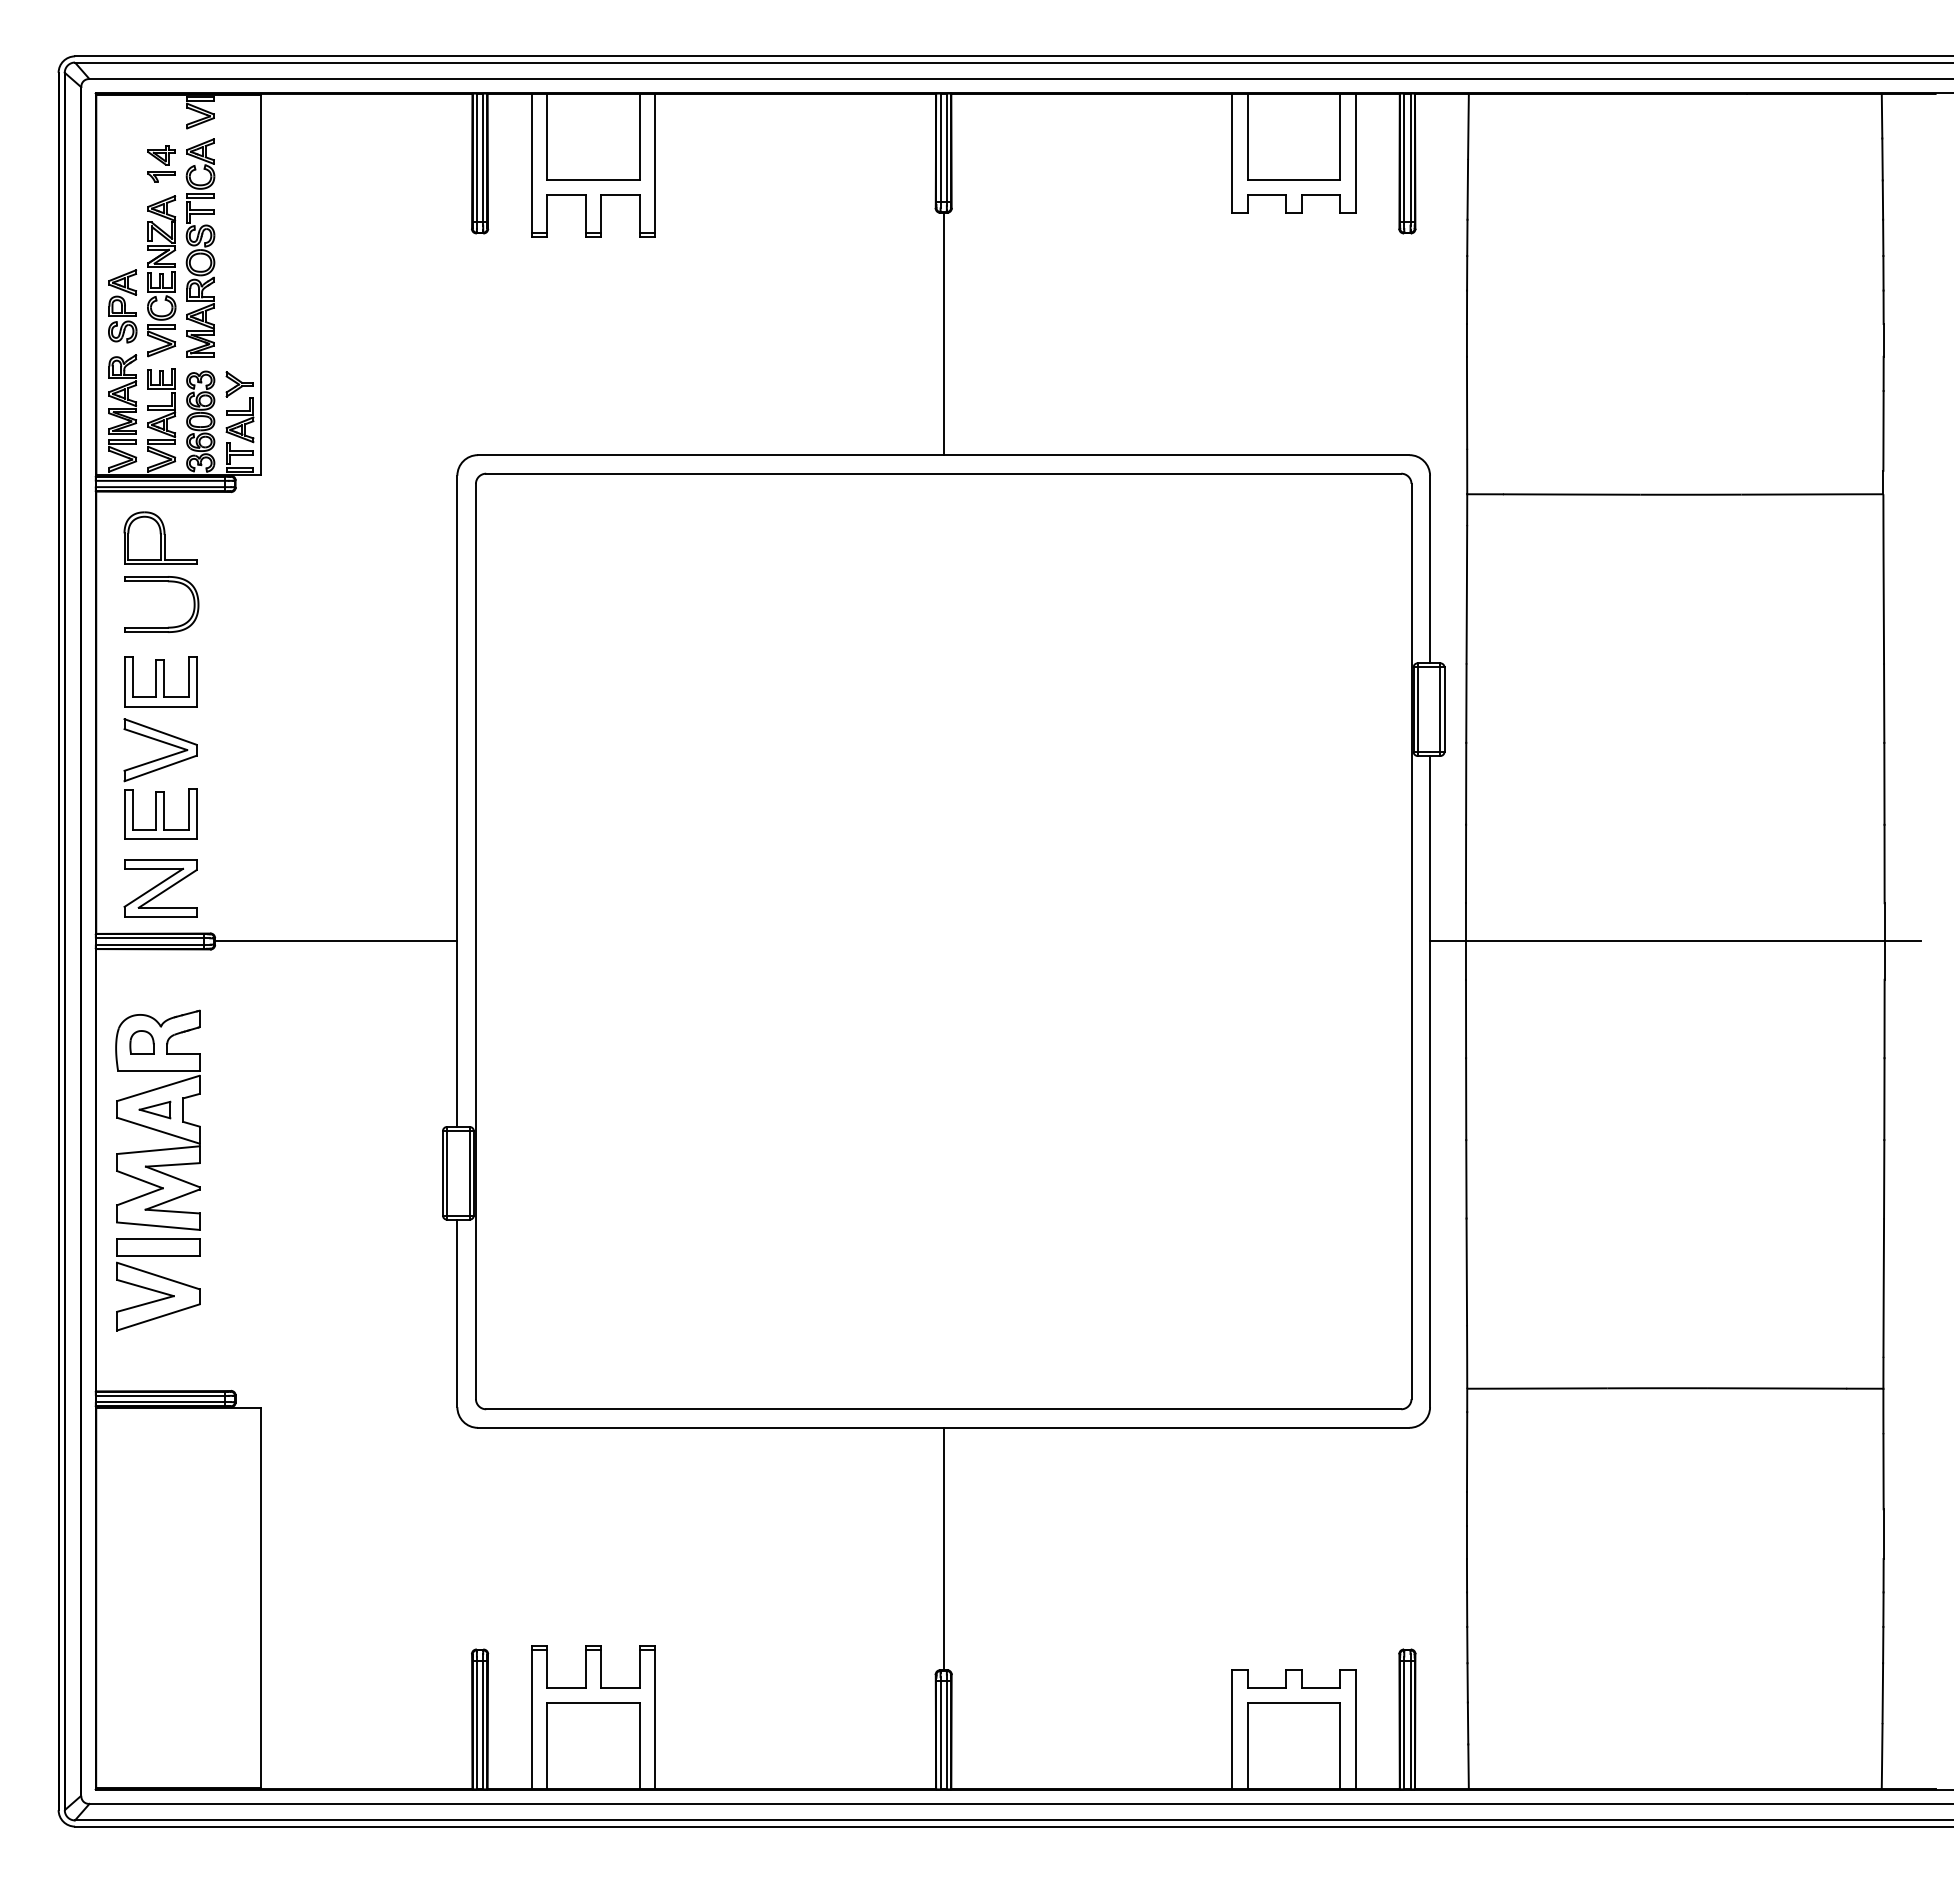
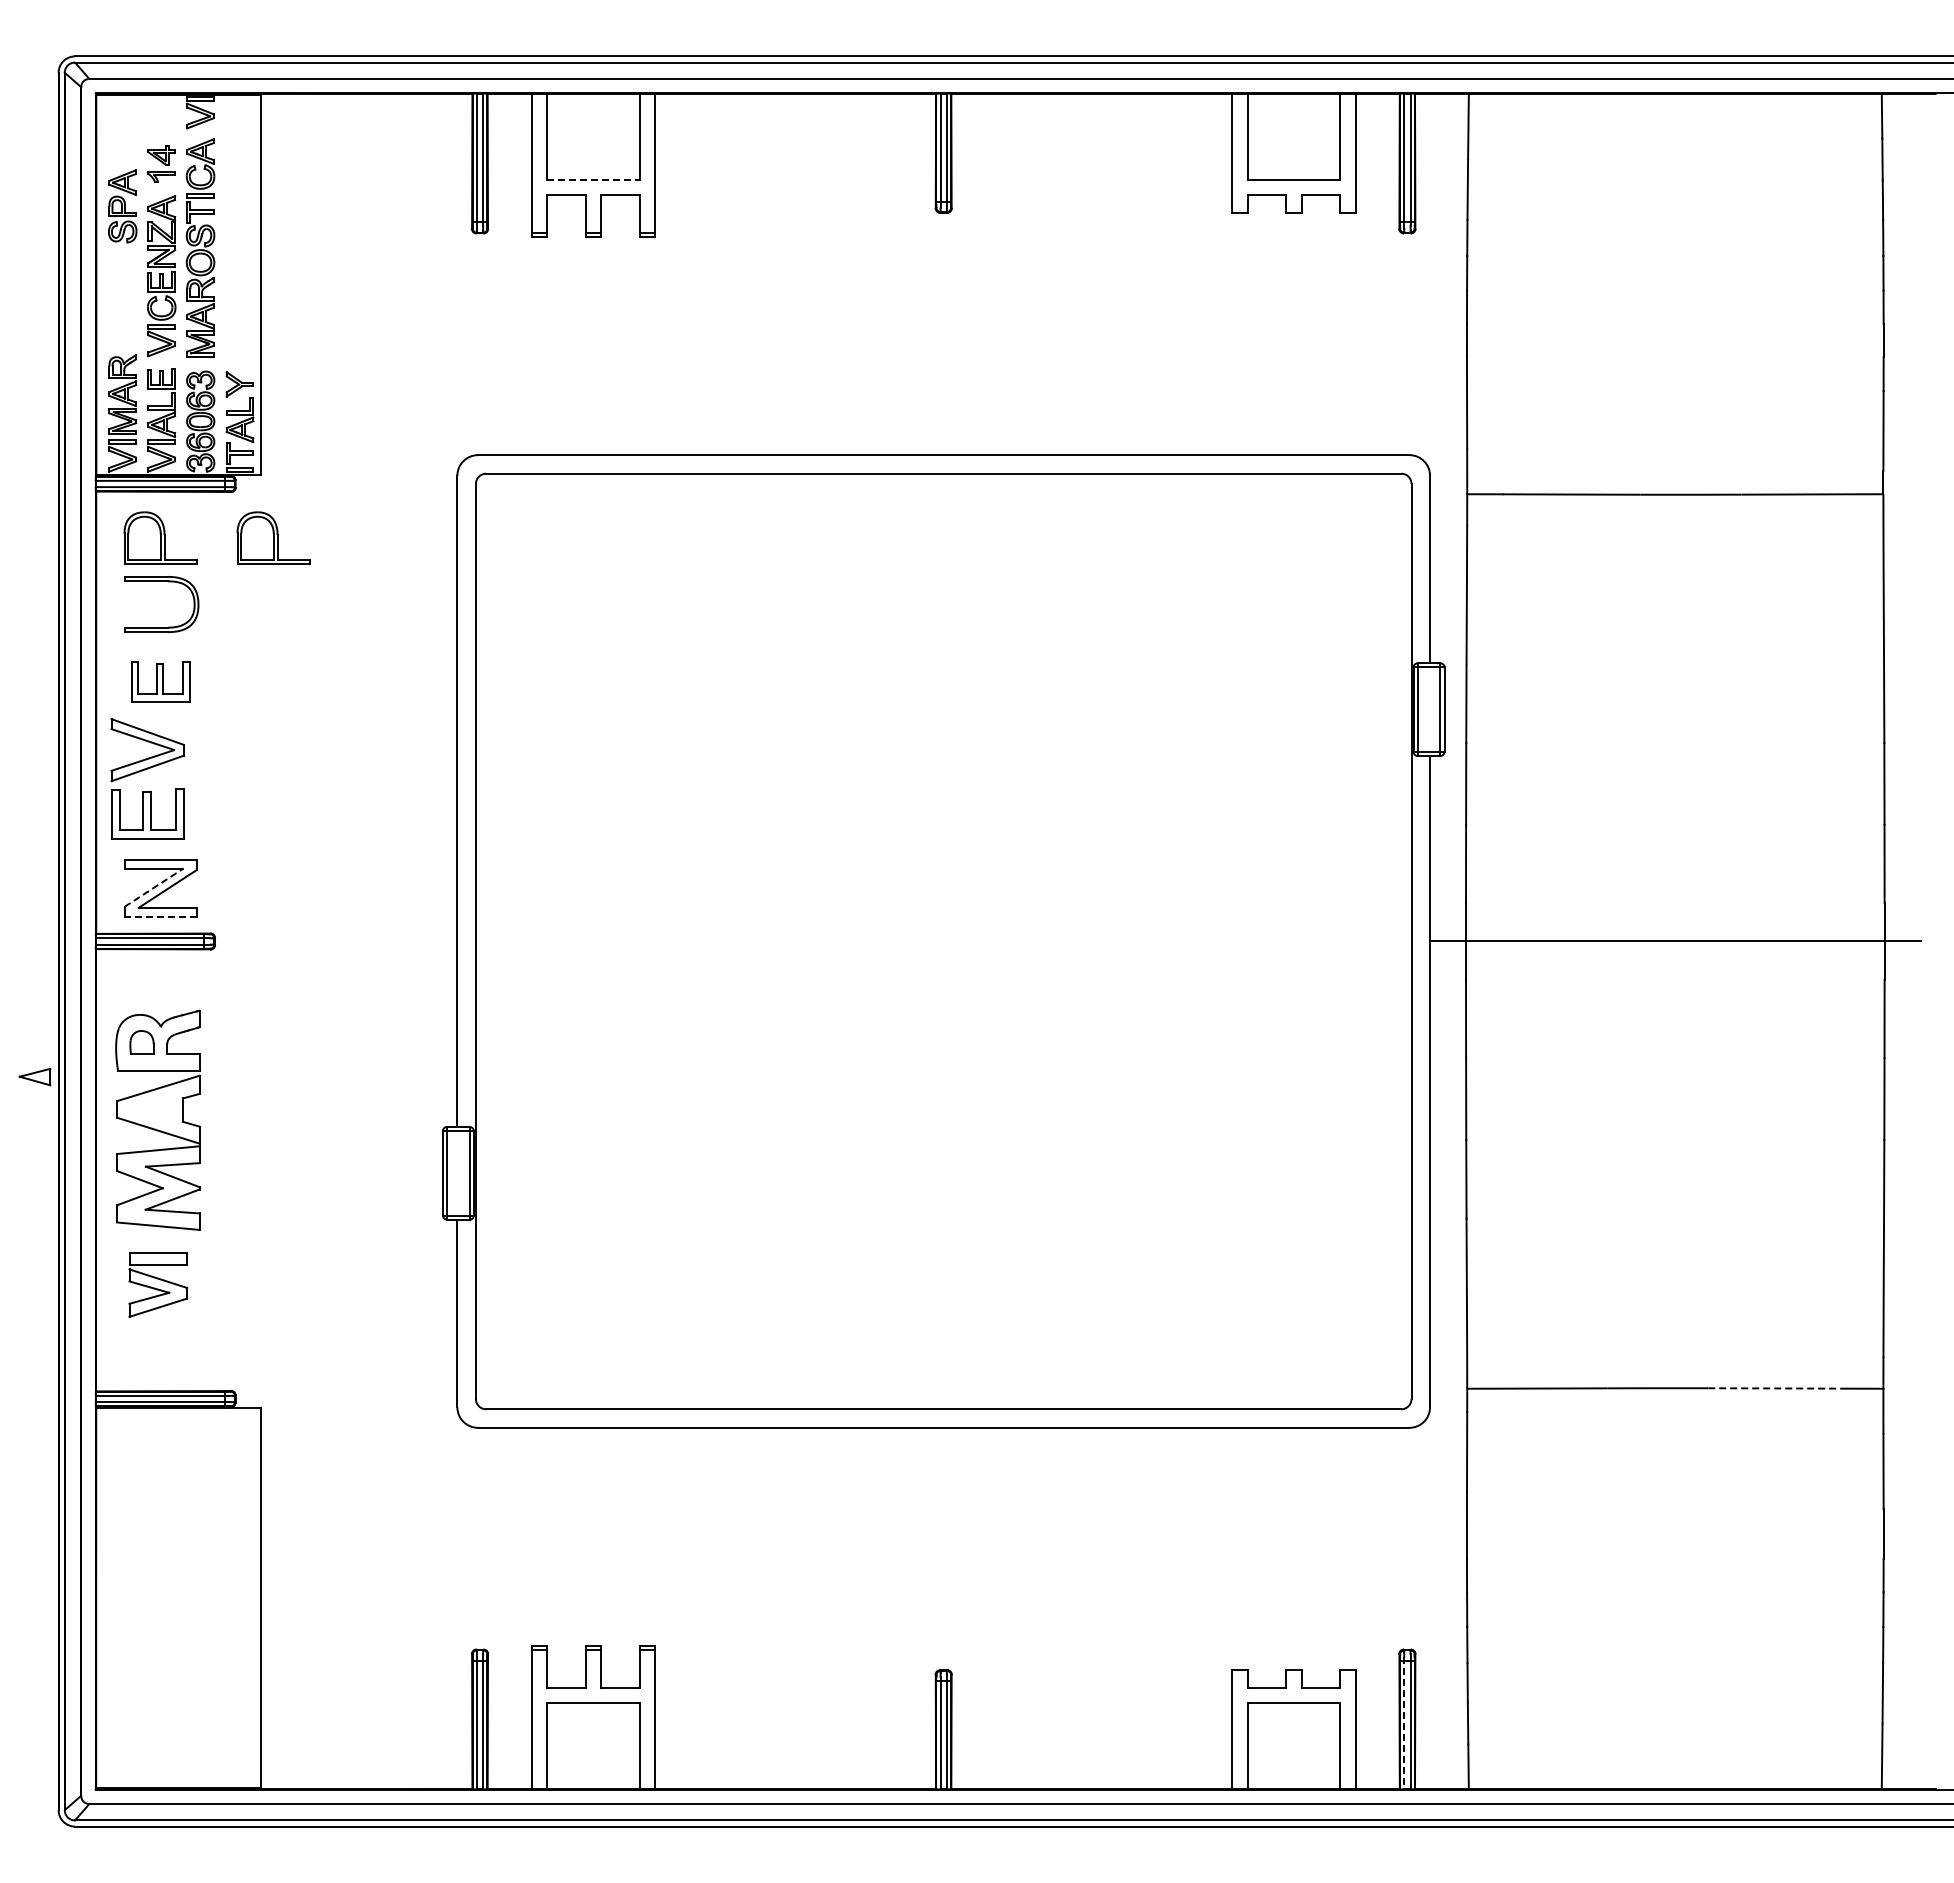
line at (593, 180): solid -> dashed
part at (122, 306) position: (122, 306) -> (122, 206)
line at (943, 333): present -> none
part at (273, 537): none -> present
part at (160, 681) size: 74x52 px -> 60x42 px
part at (158, 770) position: (158, 770) -> (145, 770)
line at (153, 887): solid -> dashed
line at (160, 917): solid -> dashed
line at (335, 941): present -> none
part at (154, 1109) position: (154, 1109) -> (34, 1076)
part at (158, 1284) size: 85x94 px -> 61x66 px
line at (1777, 1388): solid -> dashed
line at (943, 1548): present -> none
line at (1404, 1723): solid -> dashed
